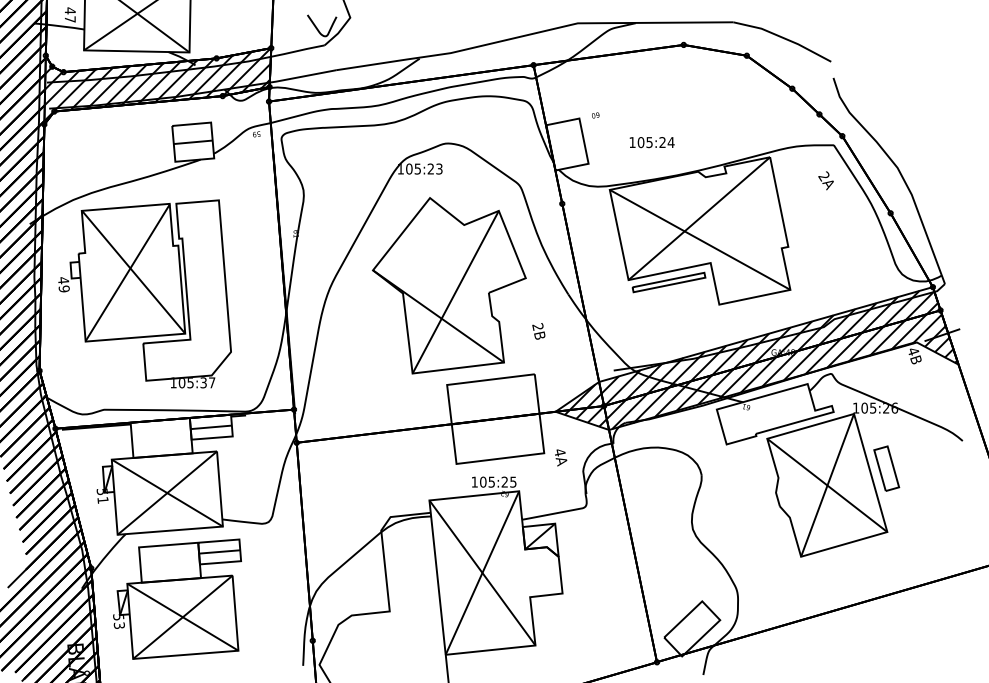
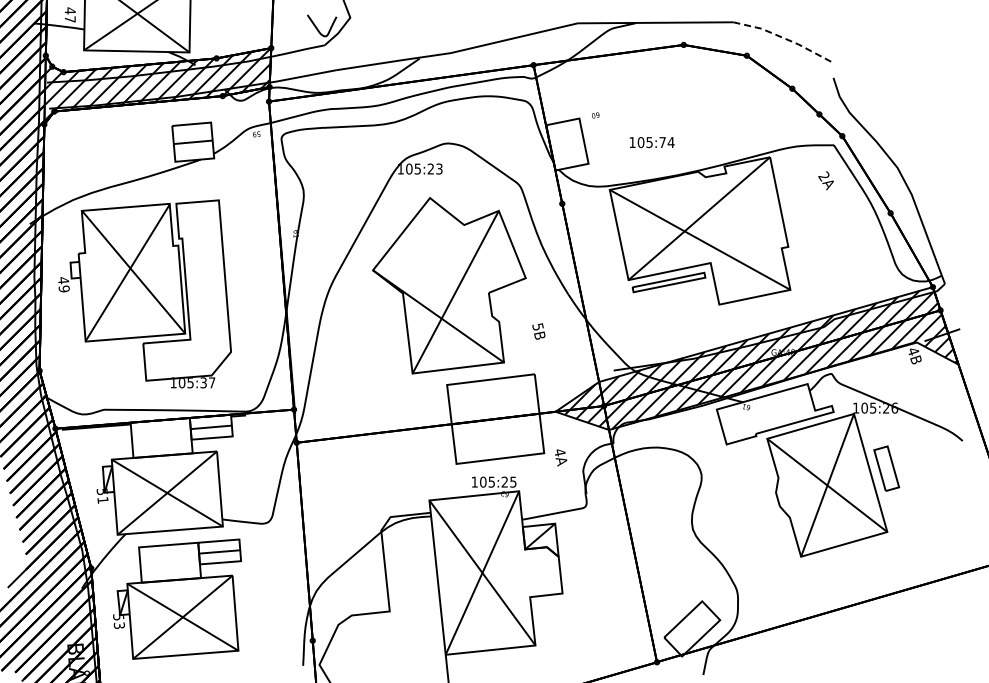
line at (784, 38): solid -> dashed
text at (662, 142): 105:24 -> 105:74
text at (537, 326): 2B -> 5B
